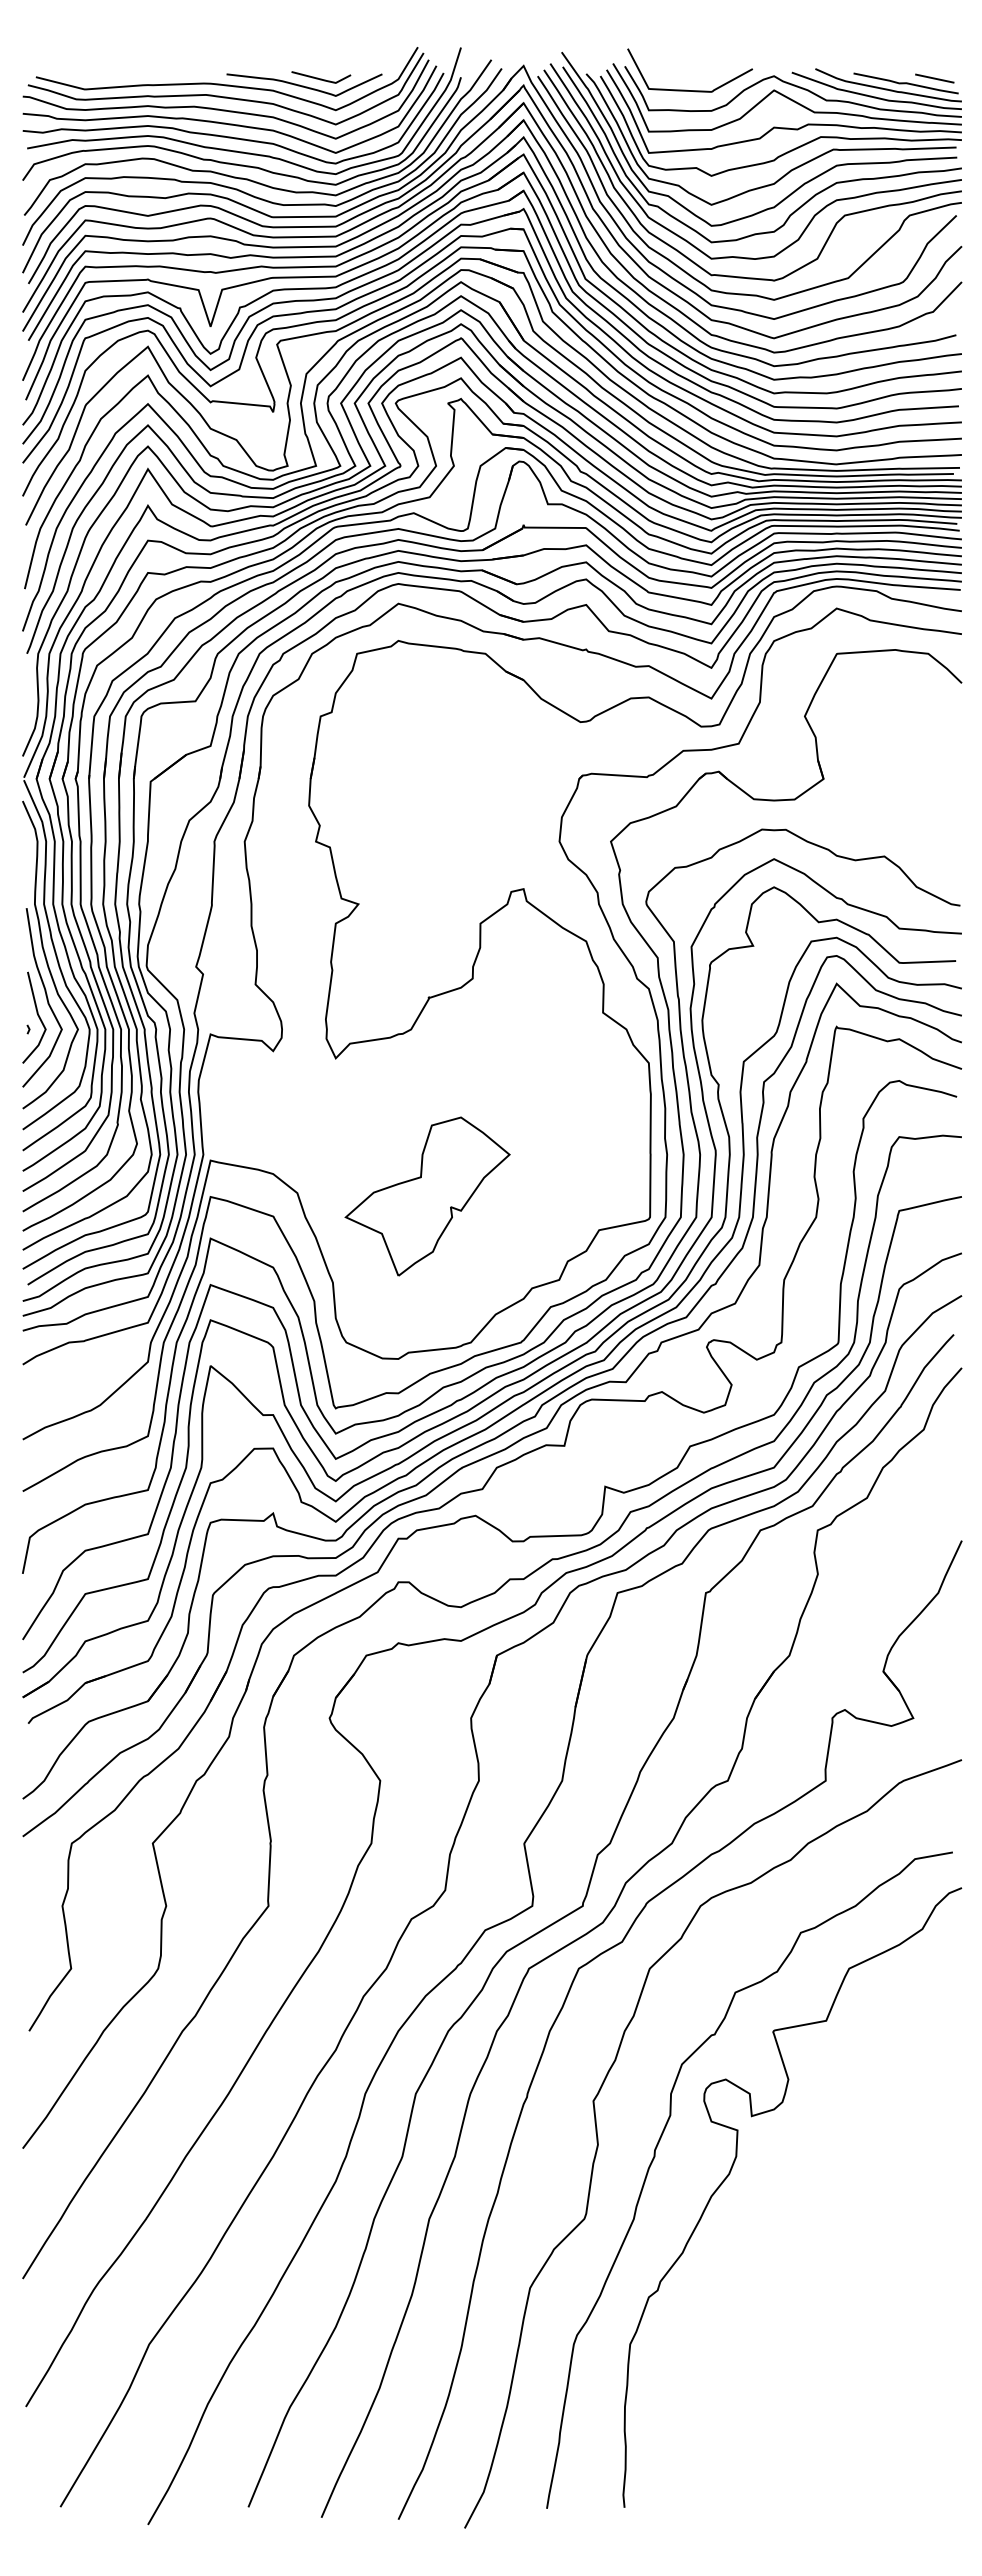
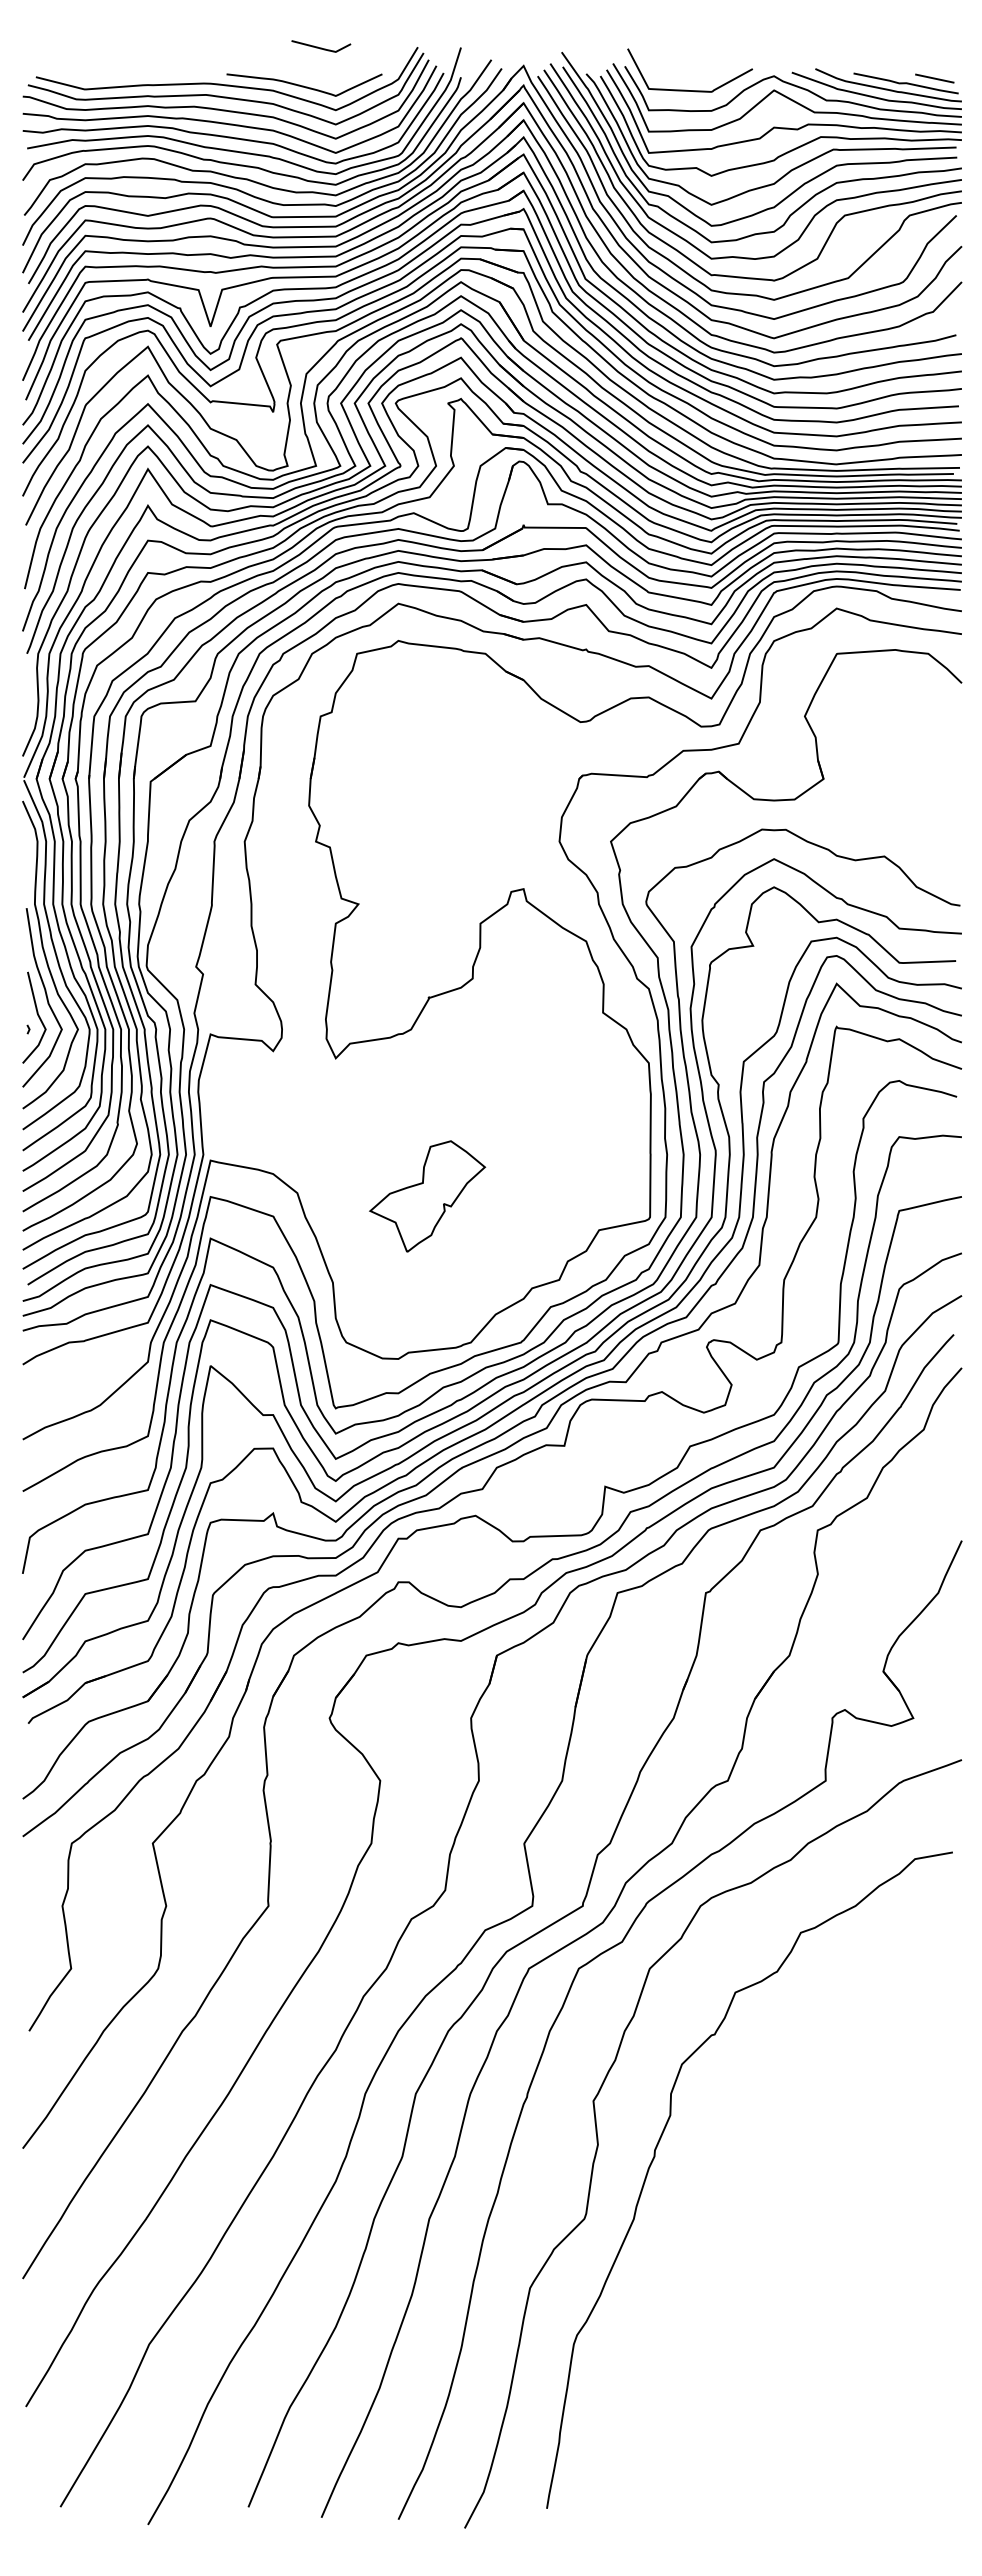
line at (321, 78) position: (321, 78) -> (321, 47)
part at (427, 1196) size: 167x161 px -> 118x113 px
curve at (731, 2171): present -> none
